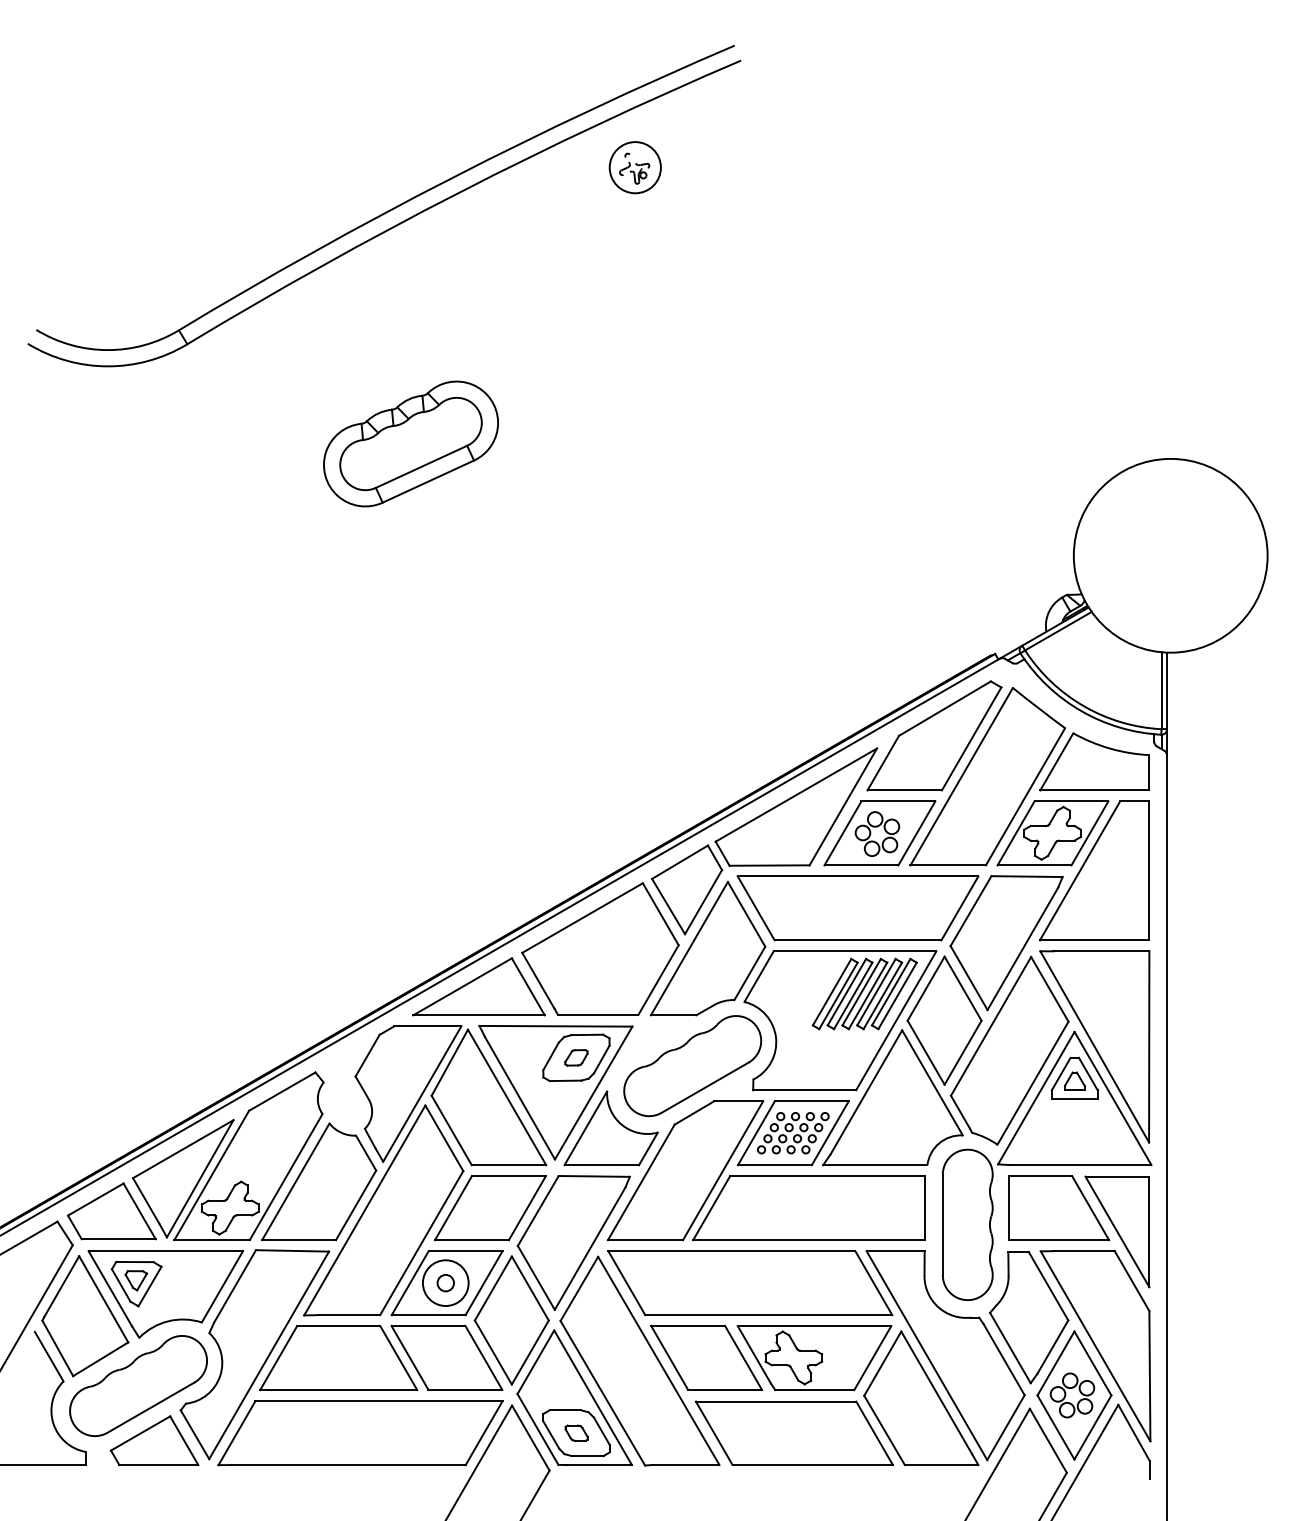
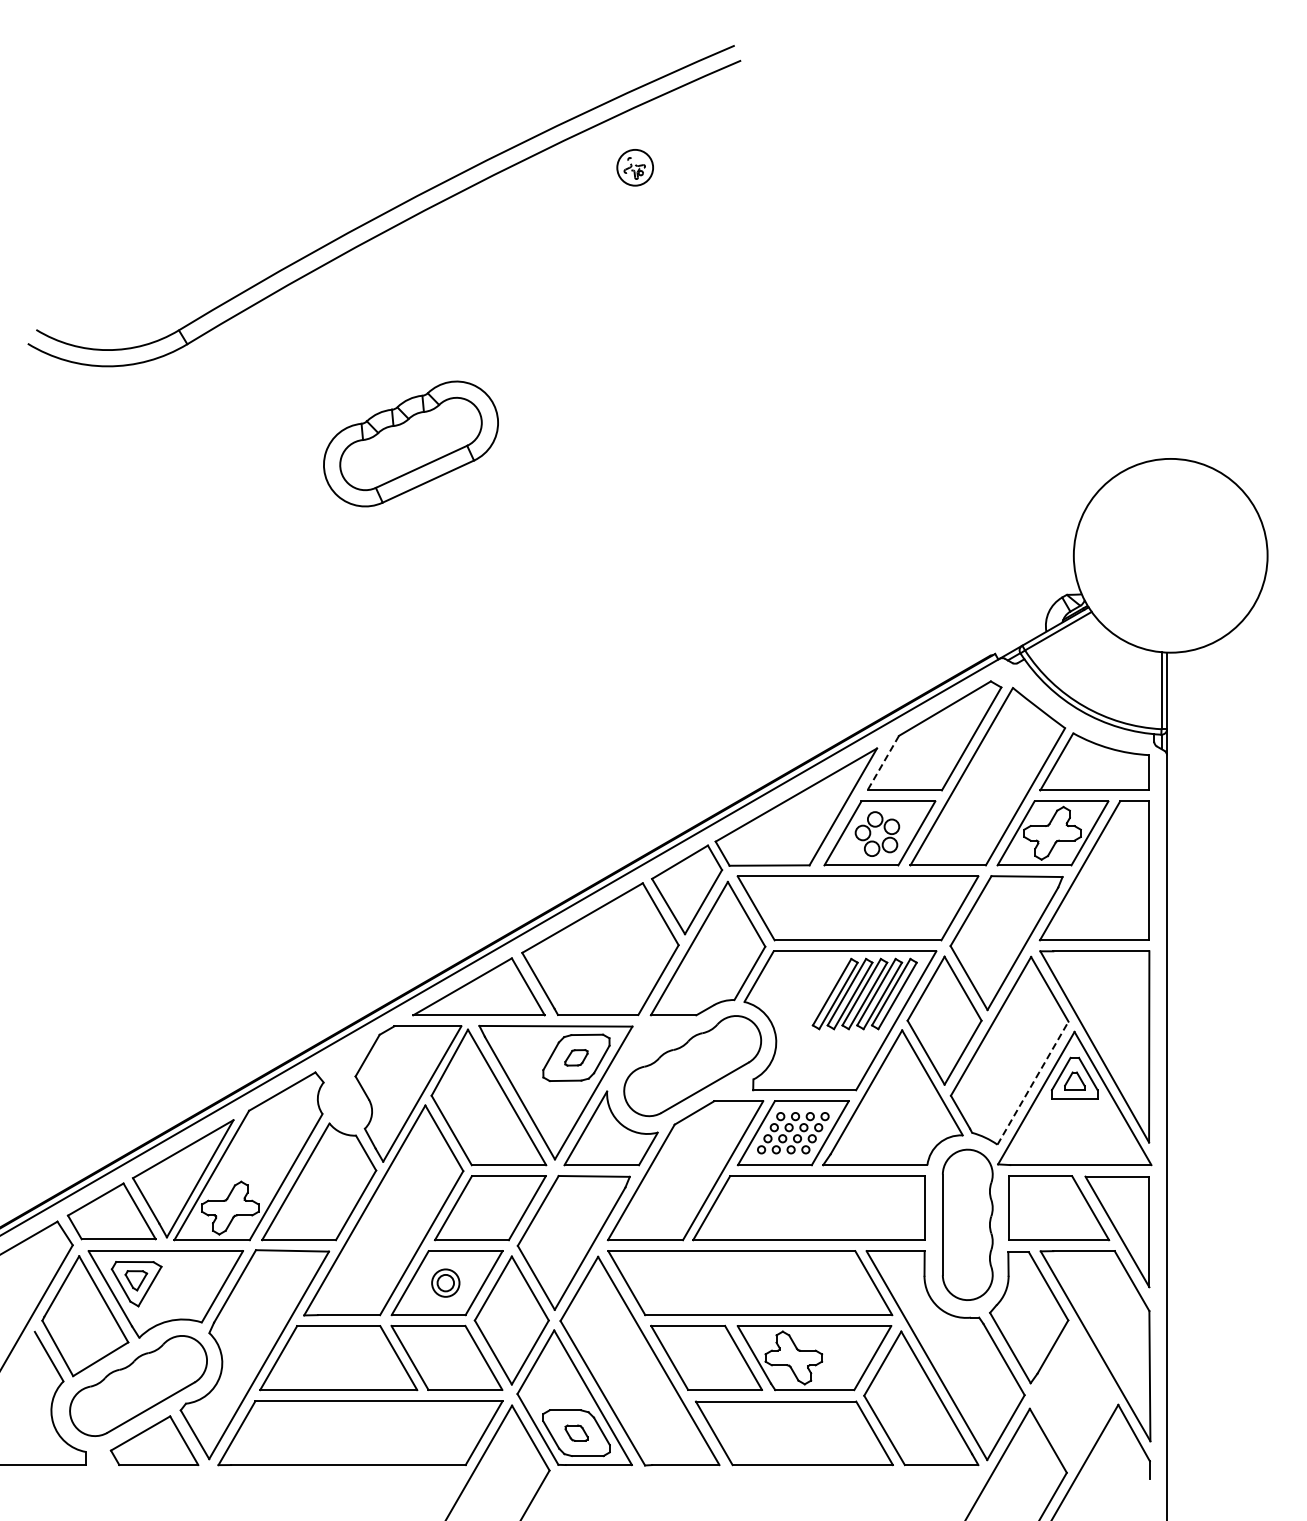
part at (634, 167) size: 54x54 px -> 38x38 px
line at (883, 763): solid -> dashed
line at (1033, 1082): solid -> dashed
circle at (445, 1283) diameter: 46 px -> 27 px
part at (1074, 1395): present -> none
